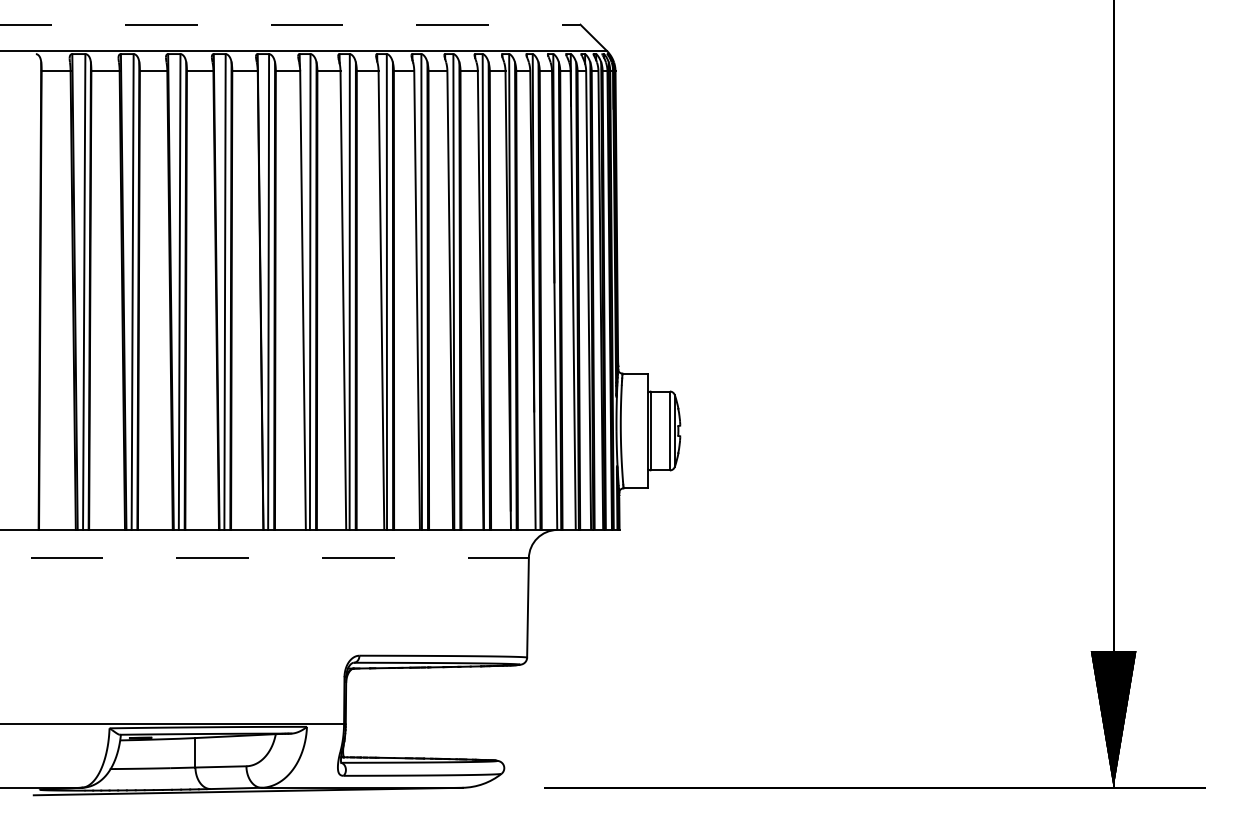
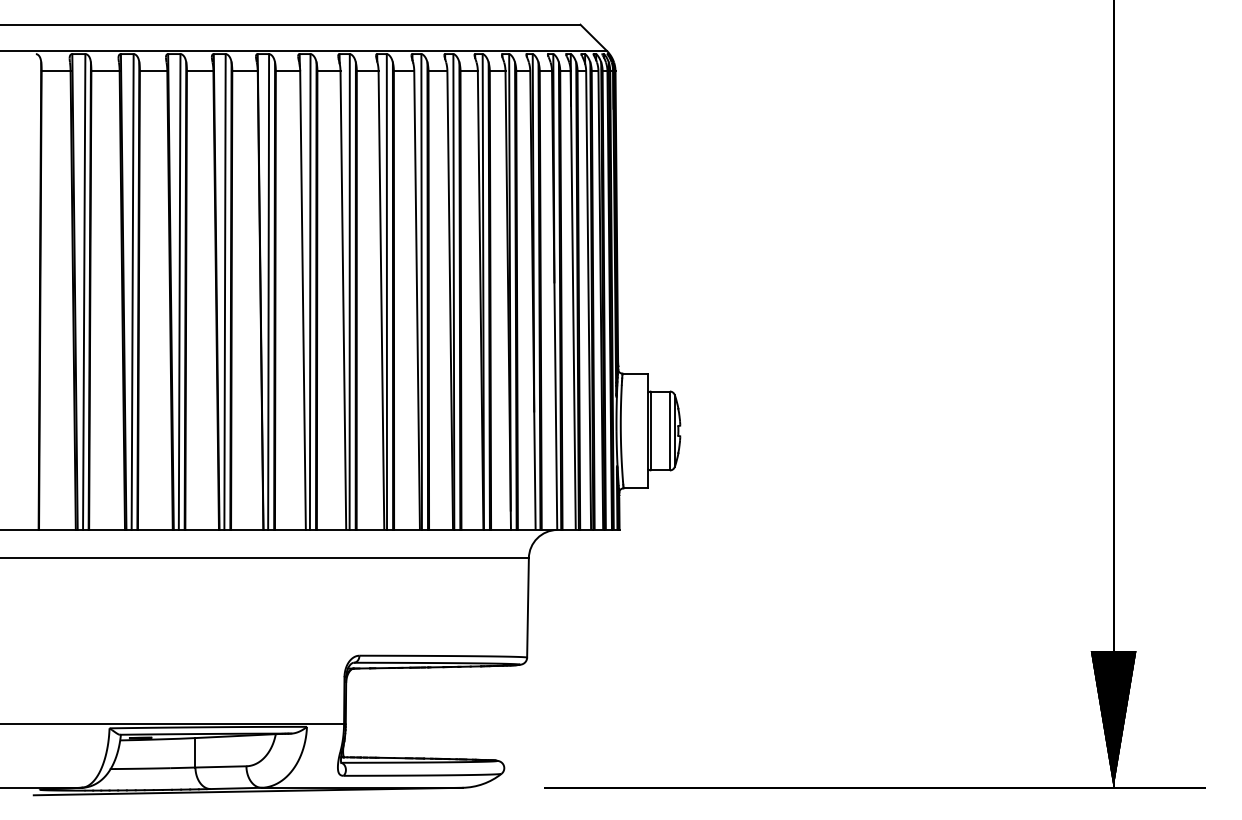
line at (290, 24): dashed -> solid
line at (264, 558): dashed -> solid
